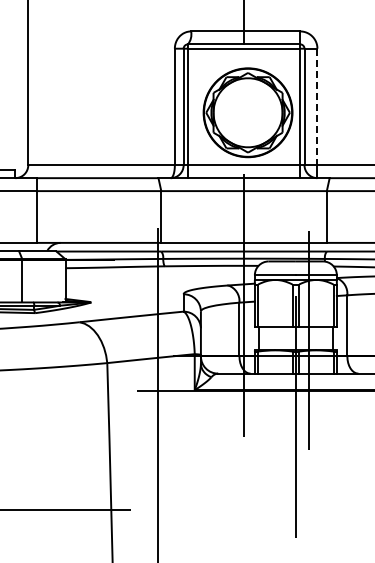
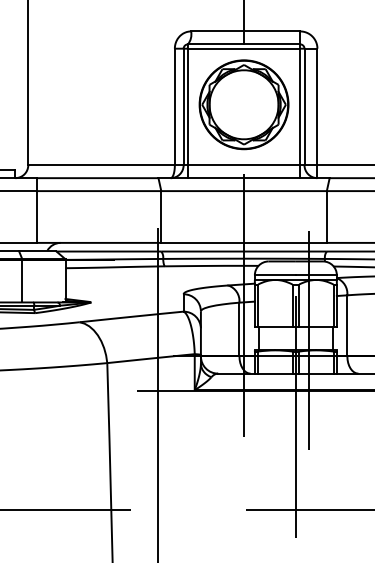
line at (317, 107): dashed -> solid
part at (247, 112) position: (247, 112) -> (243, 104)
line at (308, 509): none -> present
